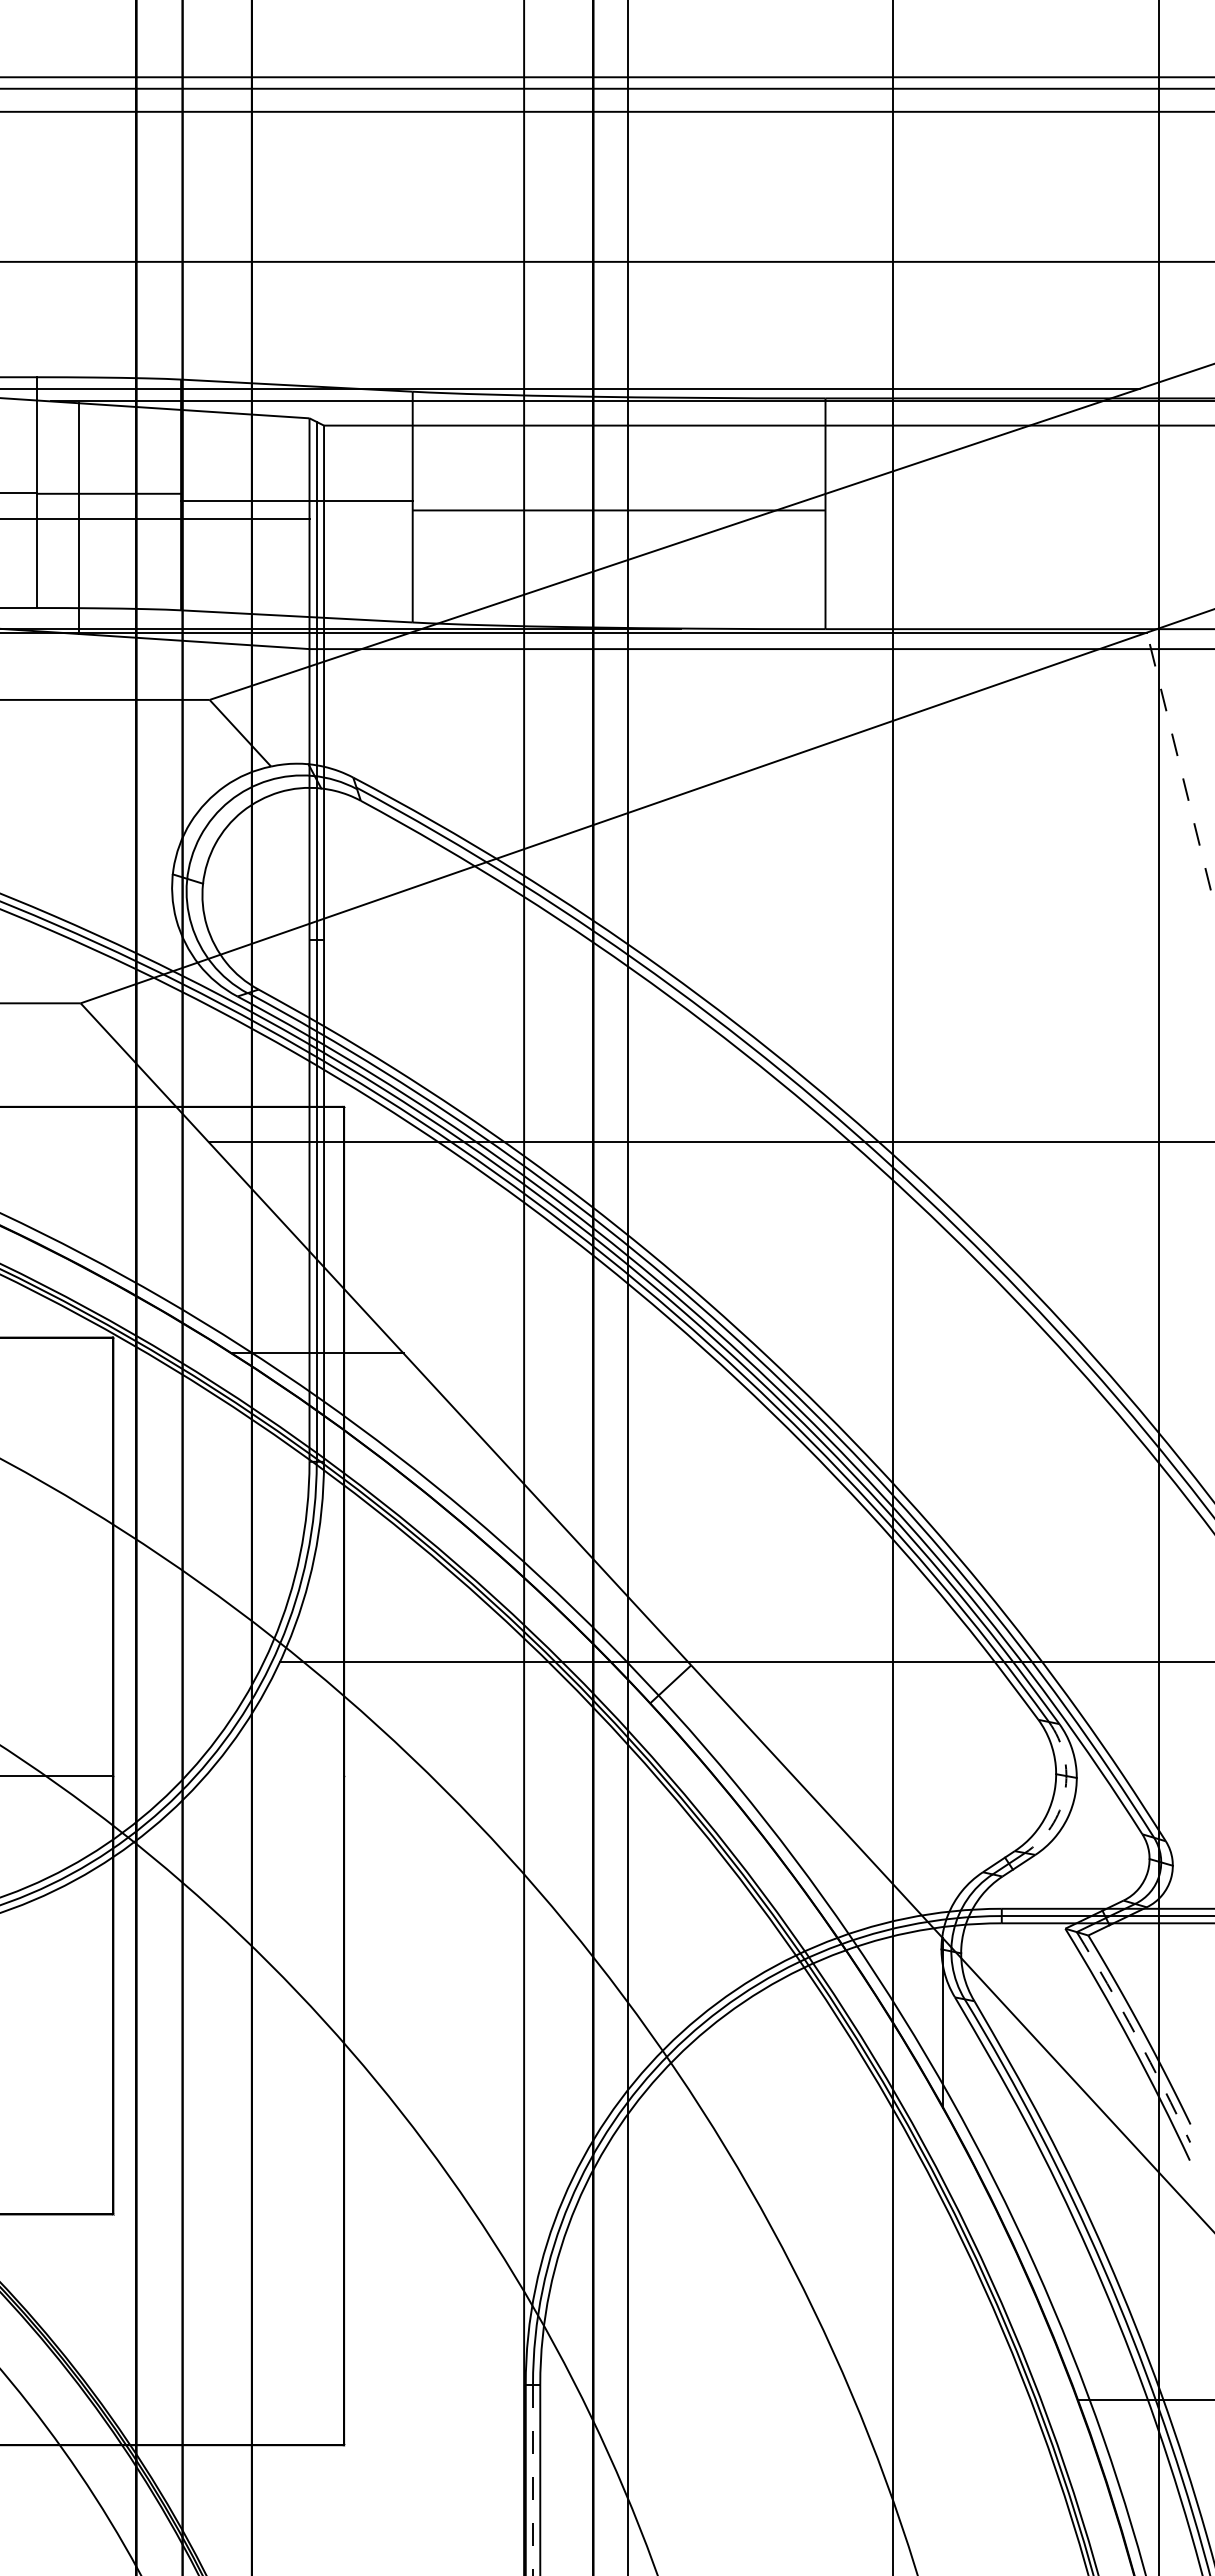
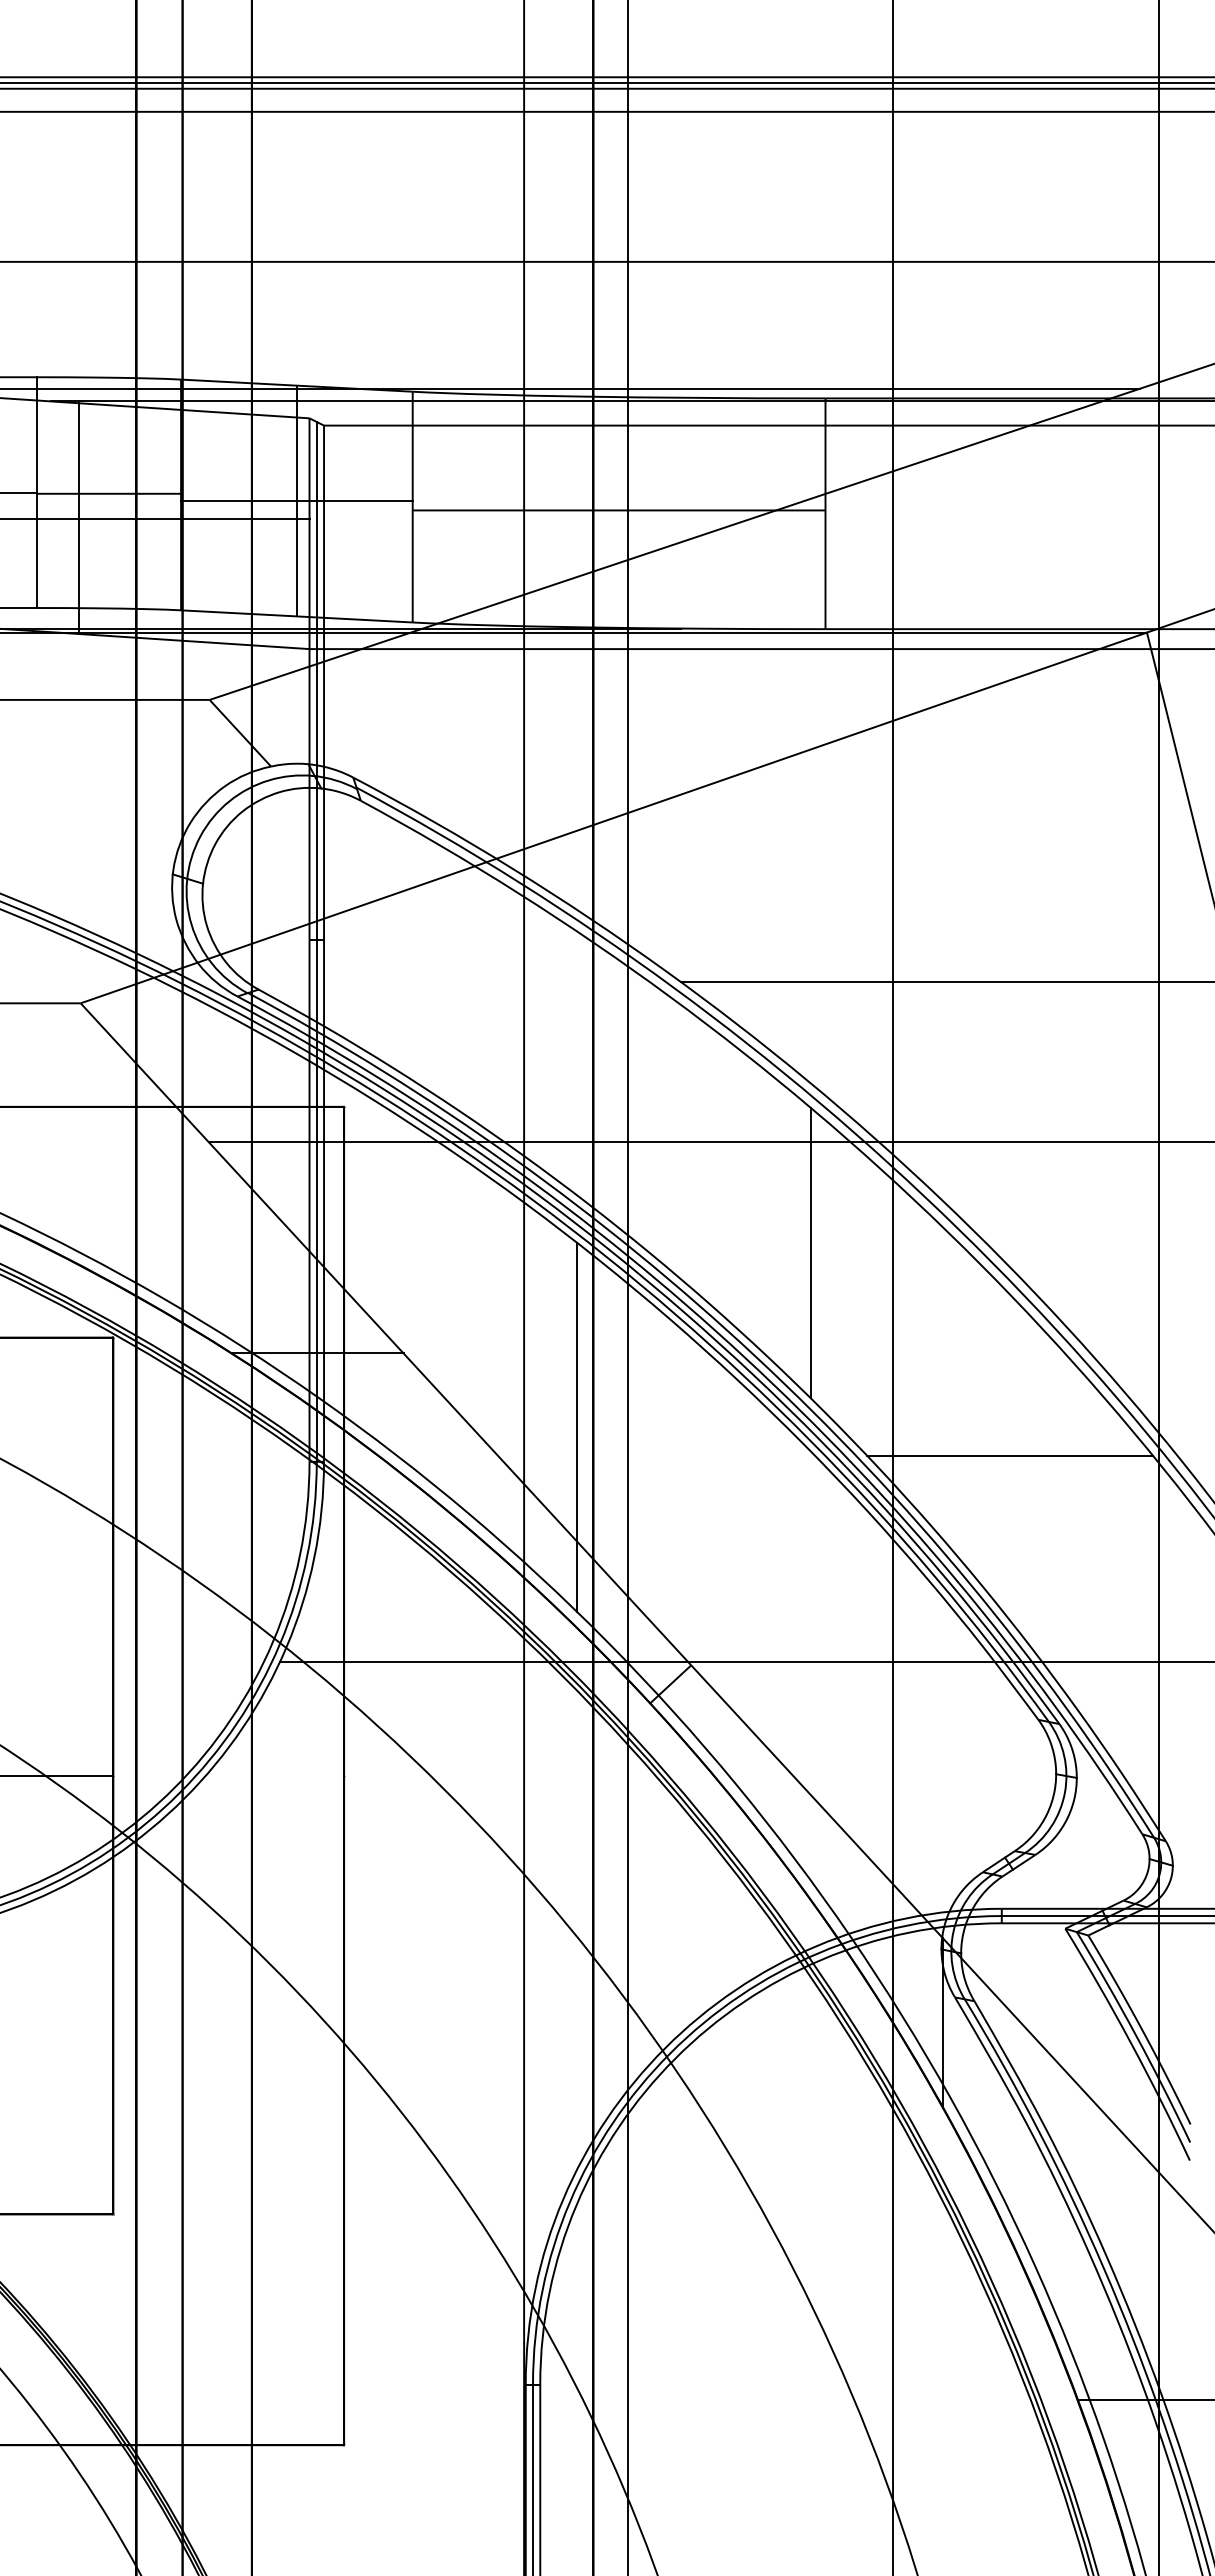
line at (606, 83): none -> present
line at (296, 500): none -> present
line at (1180, 769): dashed -> solid
line at (945, 982): none -> present
line at (810, 1252): none -> present
line at (576, 1426): none -> present
line at (1009, 1455): none -> present
arc at (1064, 1792): dashed -> solid
arc at (1136, 2035): dashed -> solid
line at (533, 2479): dashed -> solid
